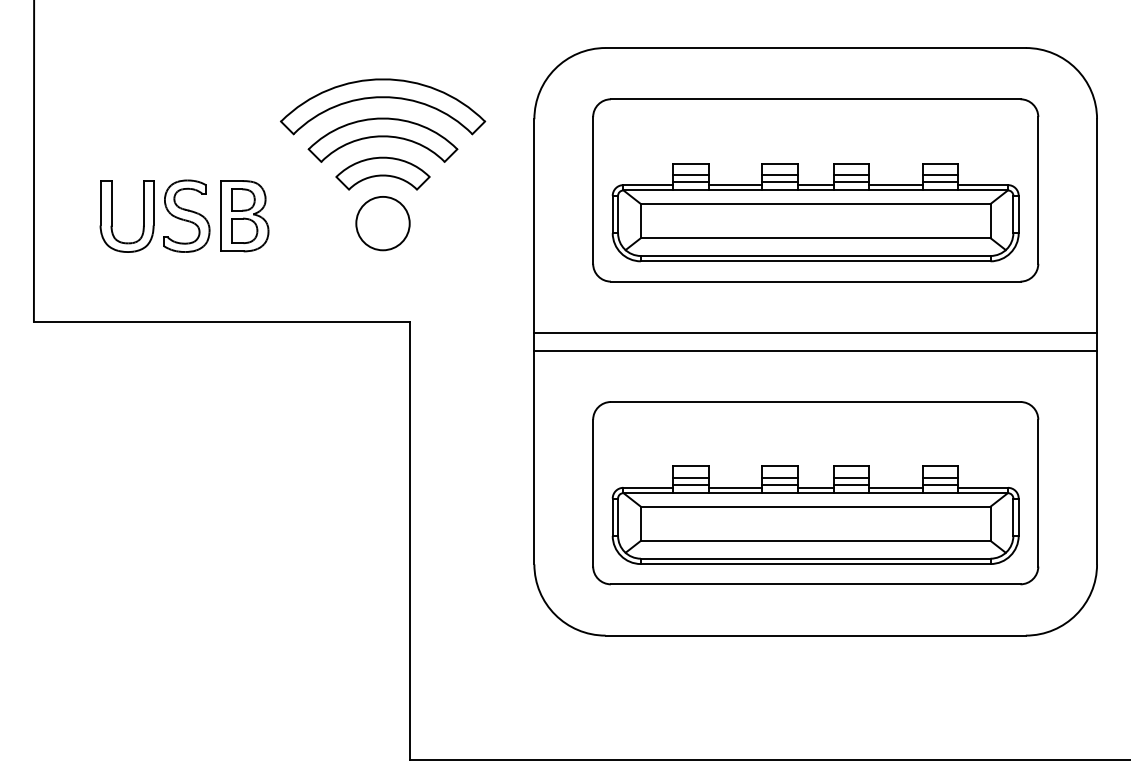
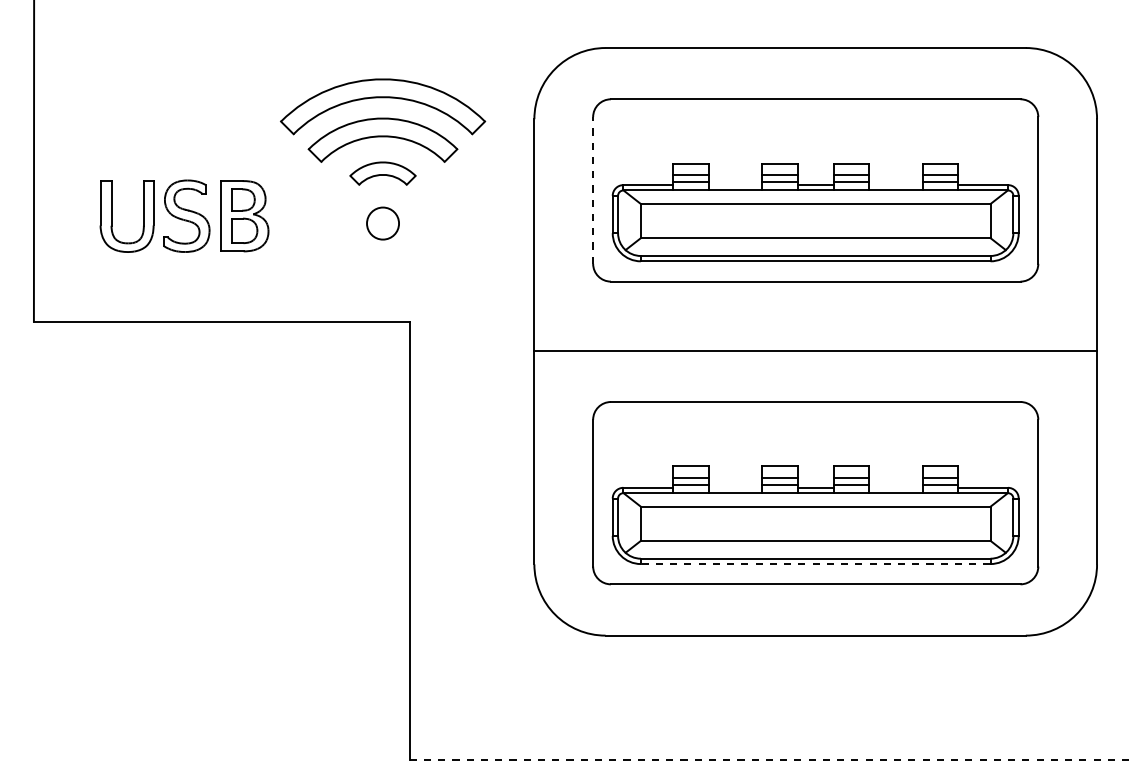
part at (382, 173) size: 96x35 px -> 68x25 px
line at (735, 185): present -> none
line at (895, 185): present -> none
line at (593, 189): solid -> dashed
circle at (382, 223) diameter: 53 px -> 32 px
line at (815, 332): present -> none
line at (735, 487): present -> none
line at (895, 487): present -> none
line at (815, 564): solid -> dashed
line at (770, 760): solid -> dashed
